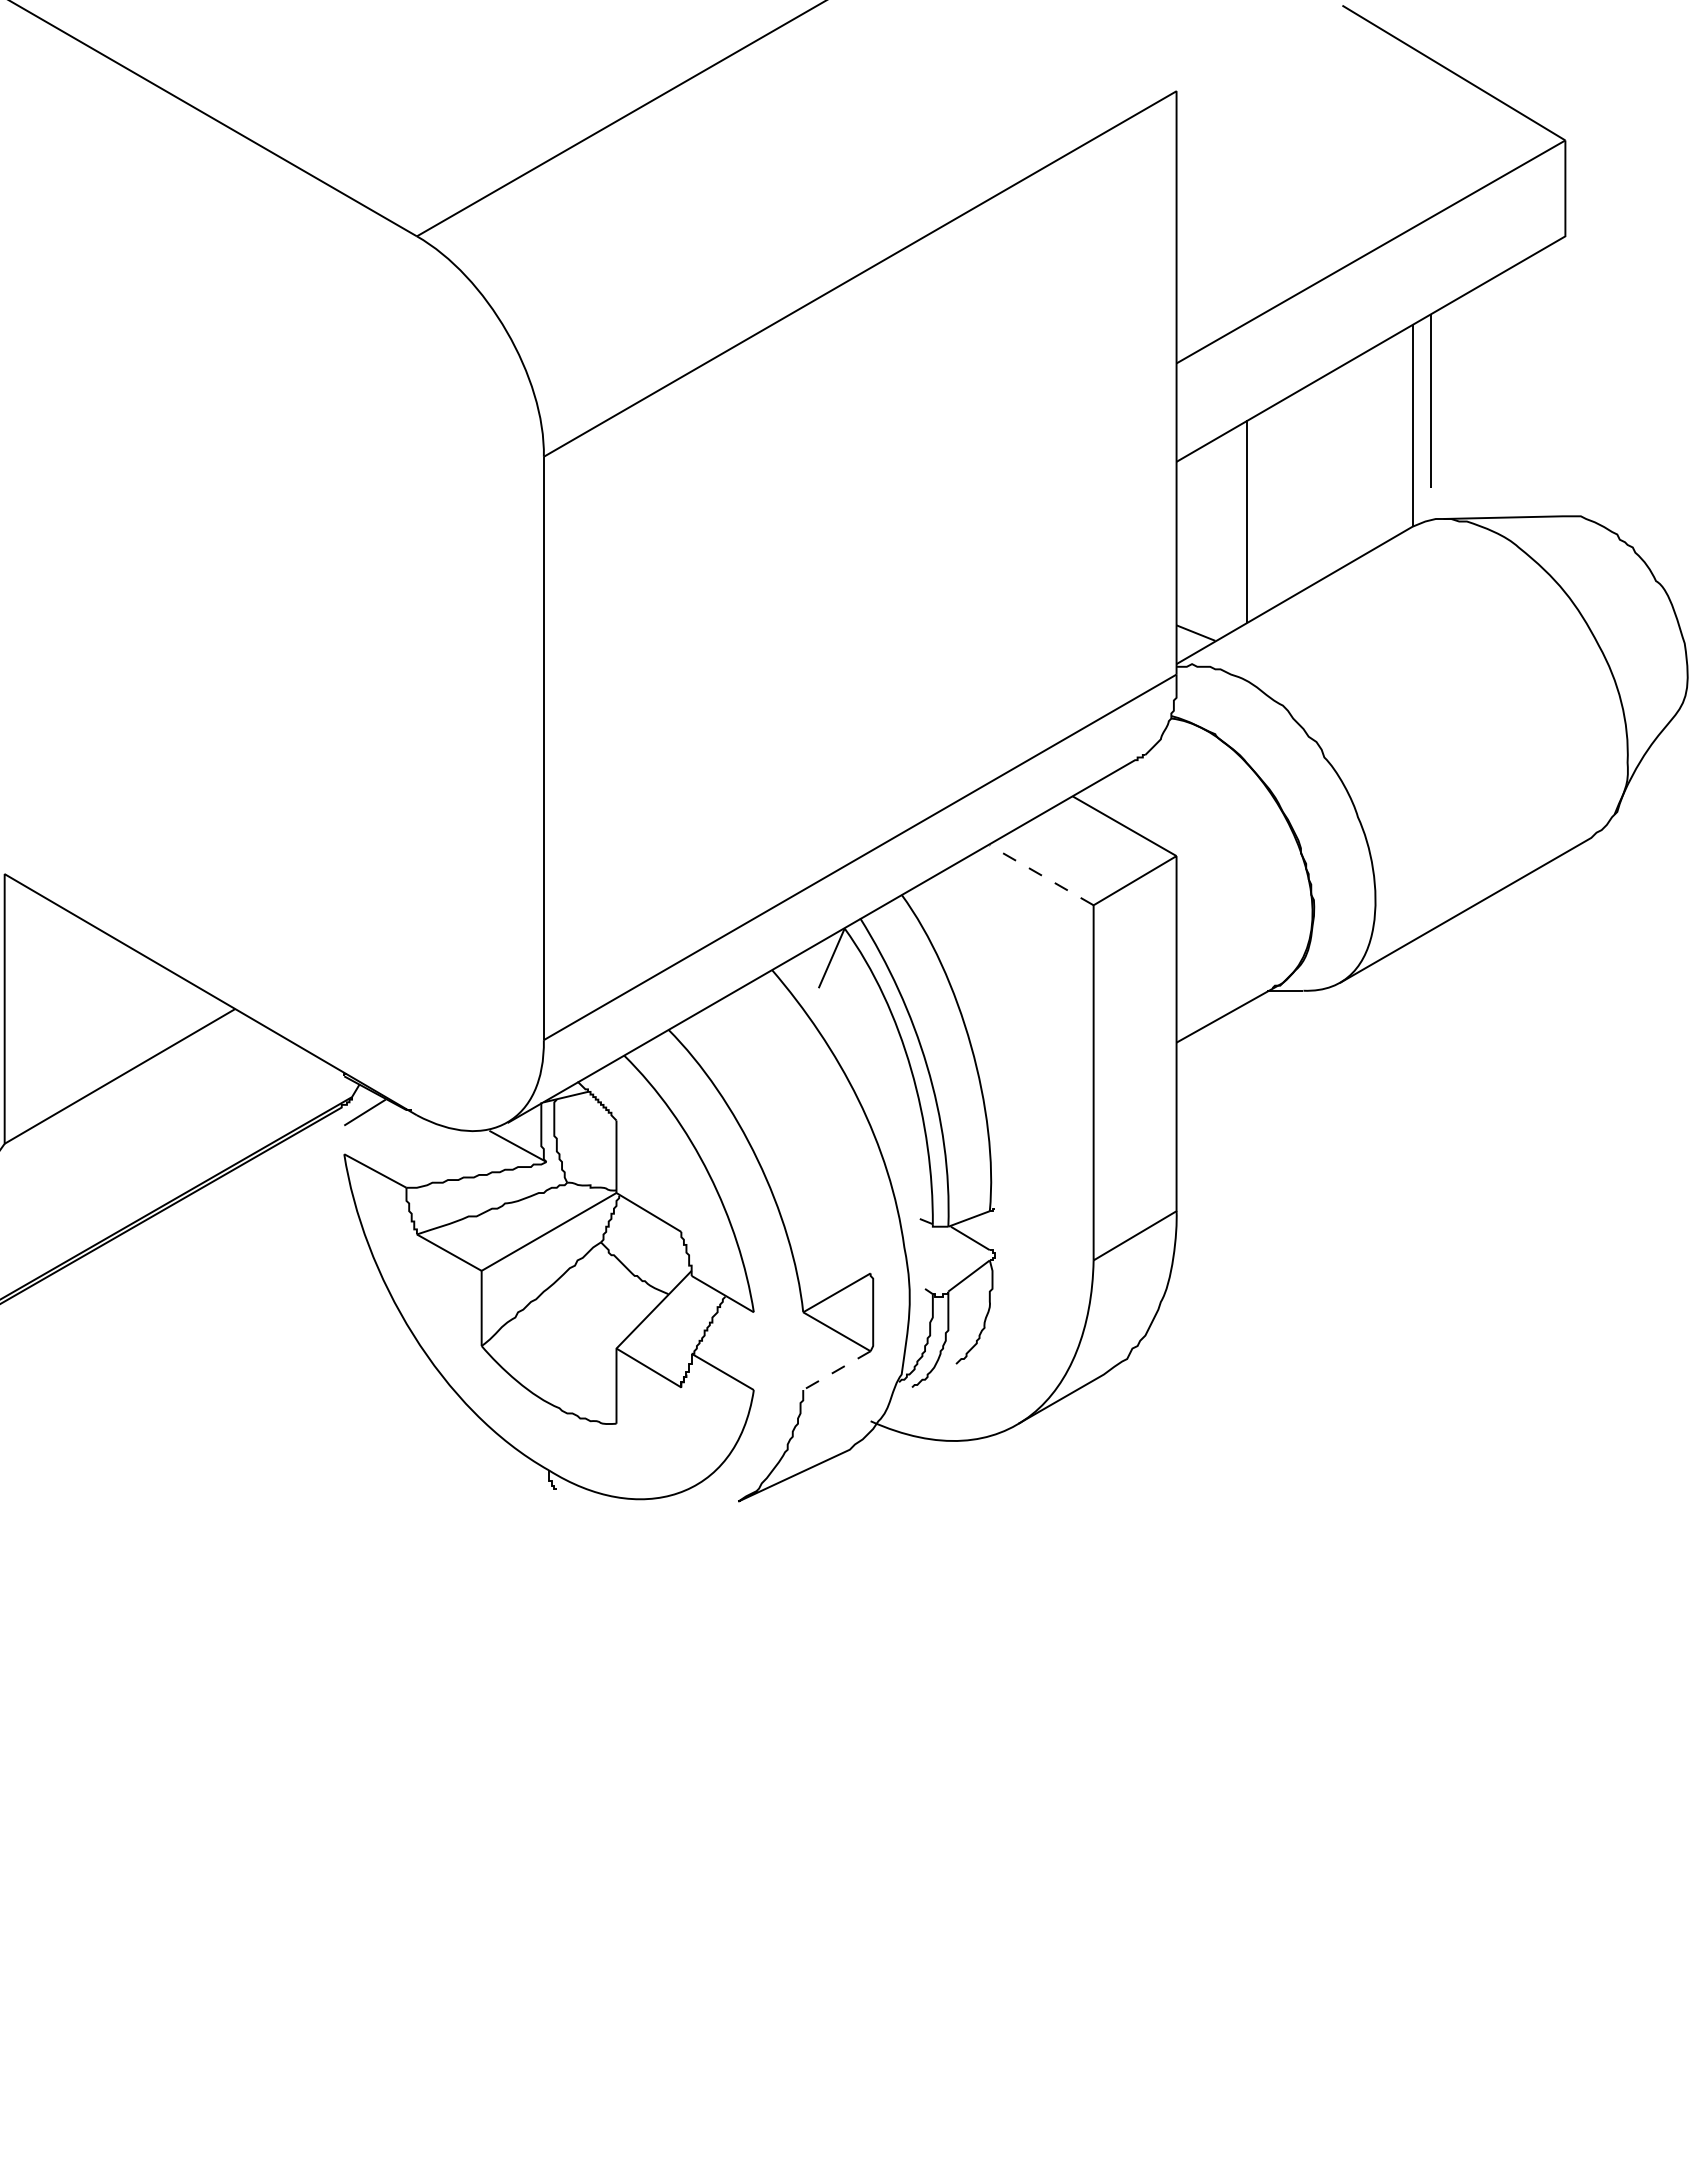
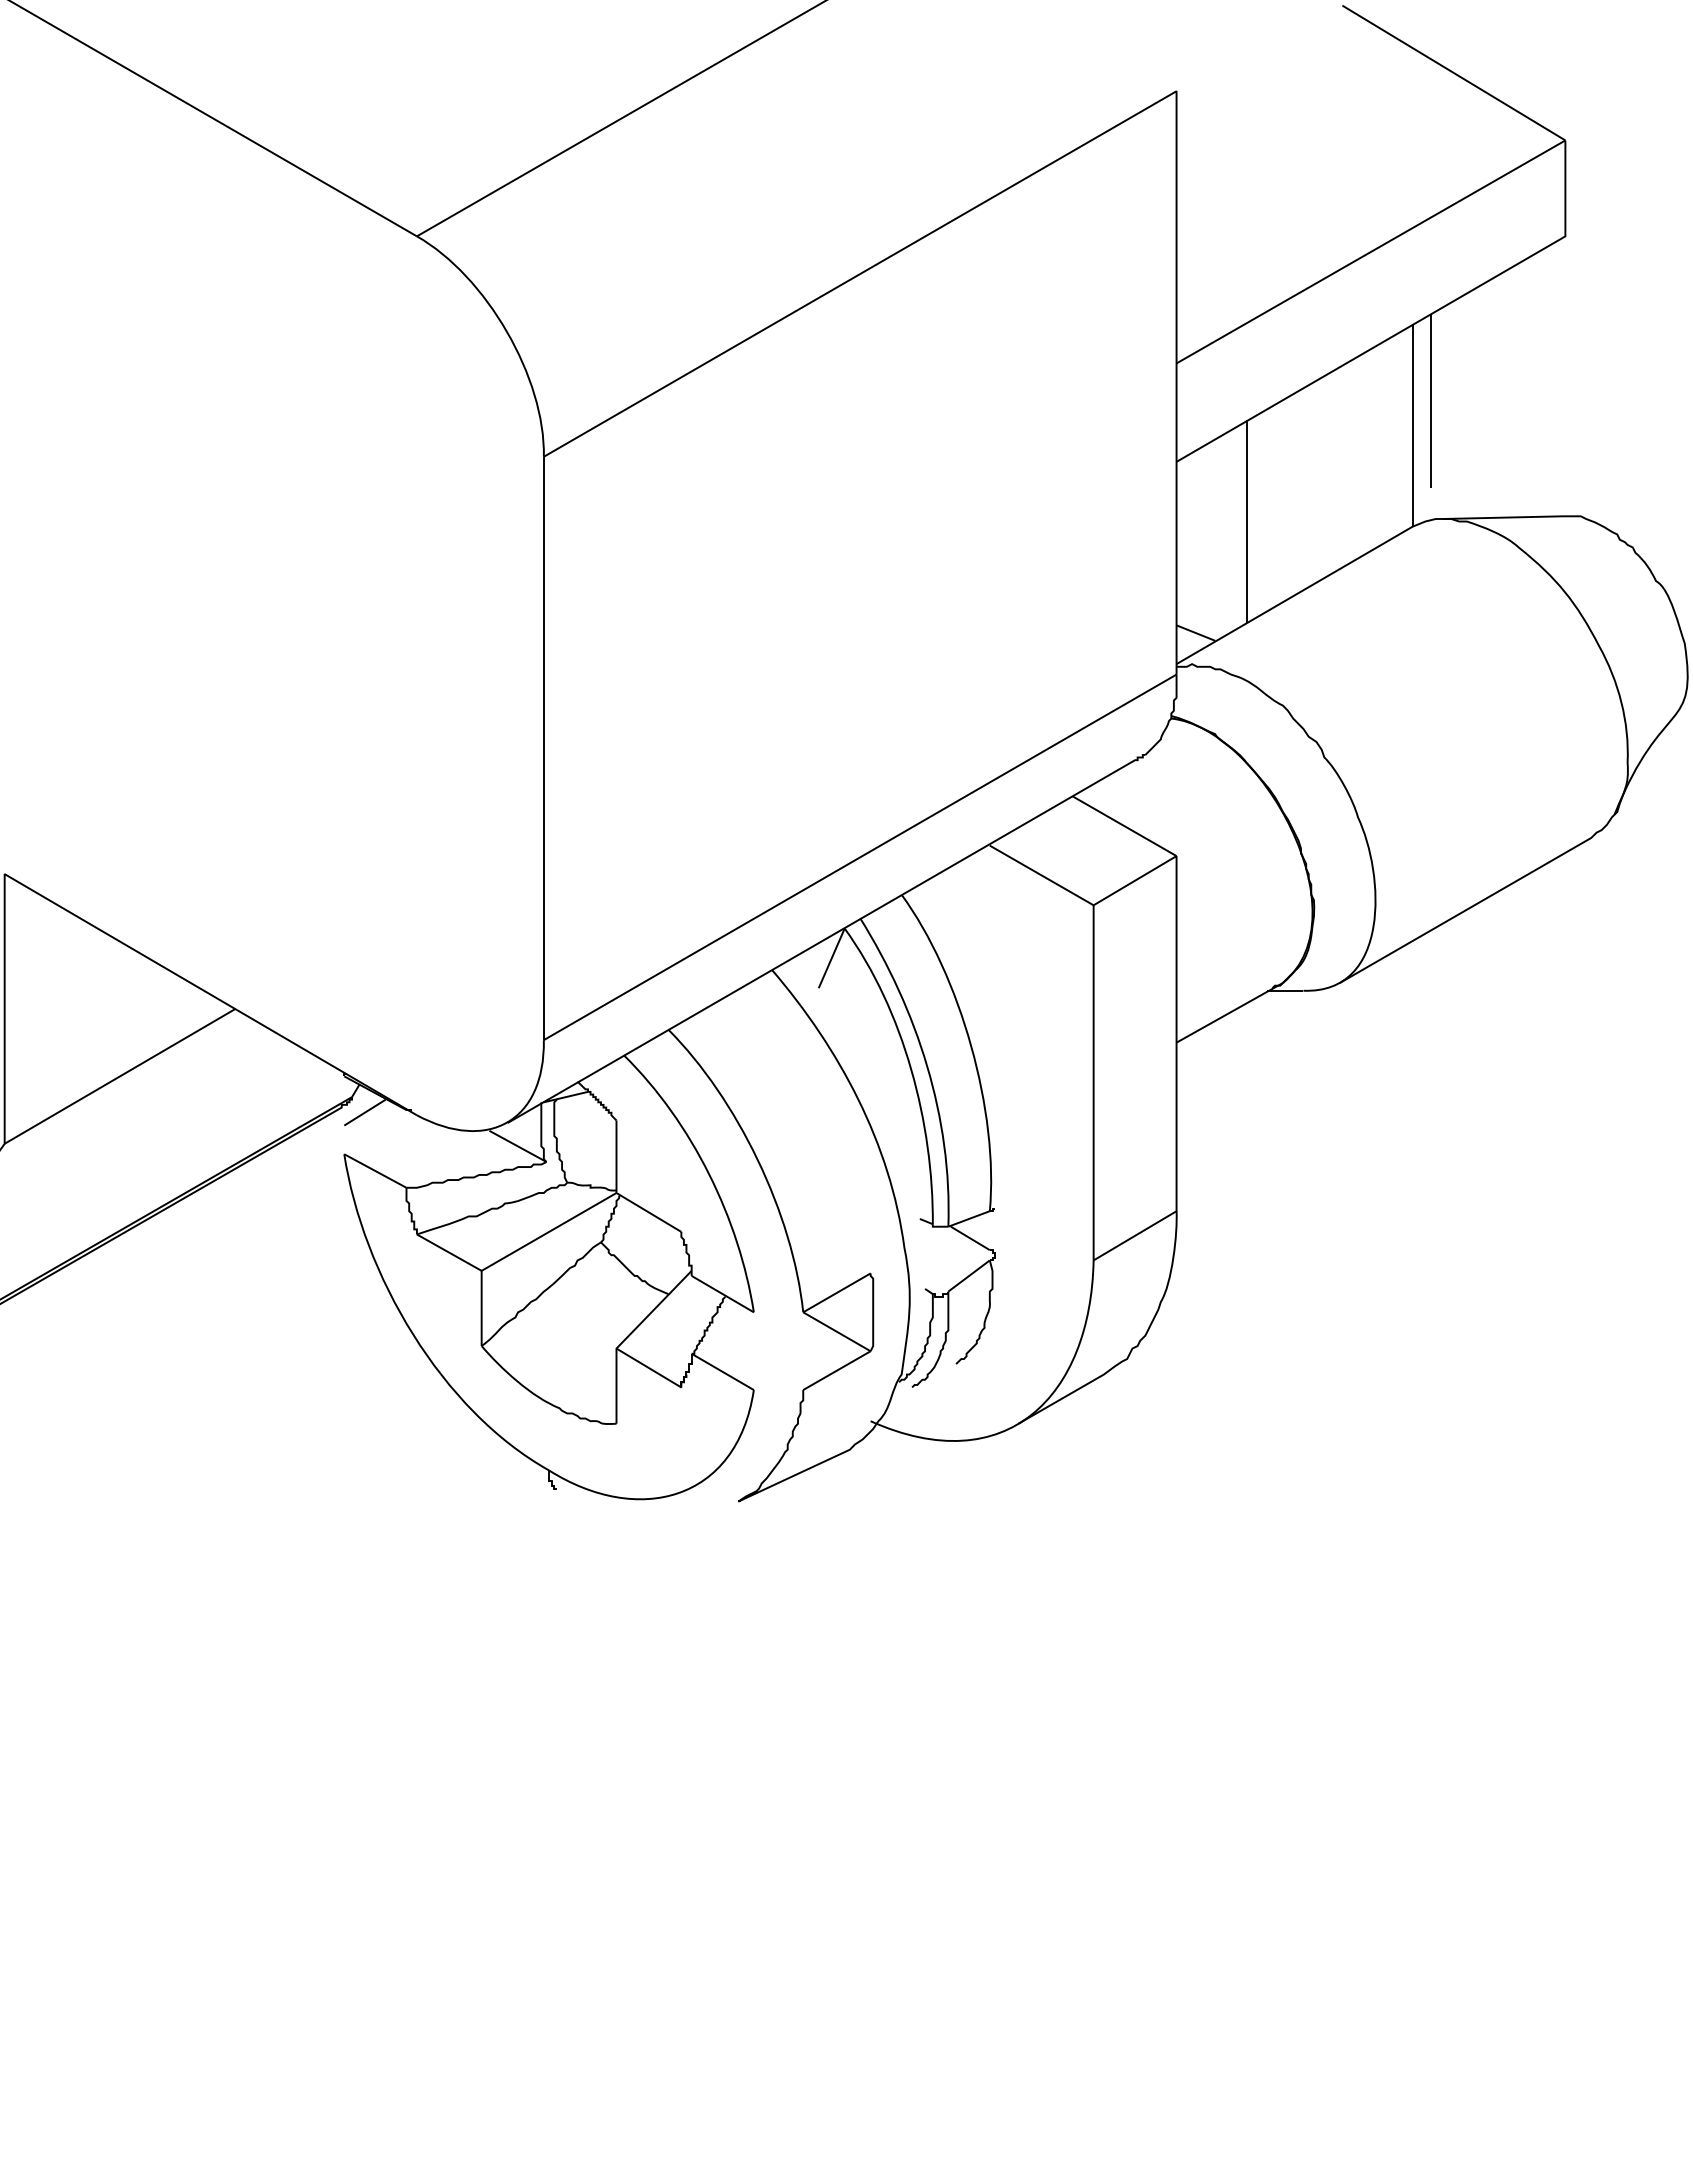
line at (1041, 875): dashed -> solid
line at (836, 1370): dashed -> solid
